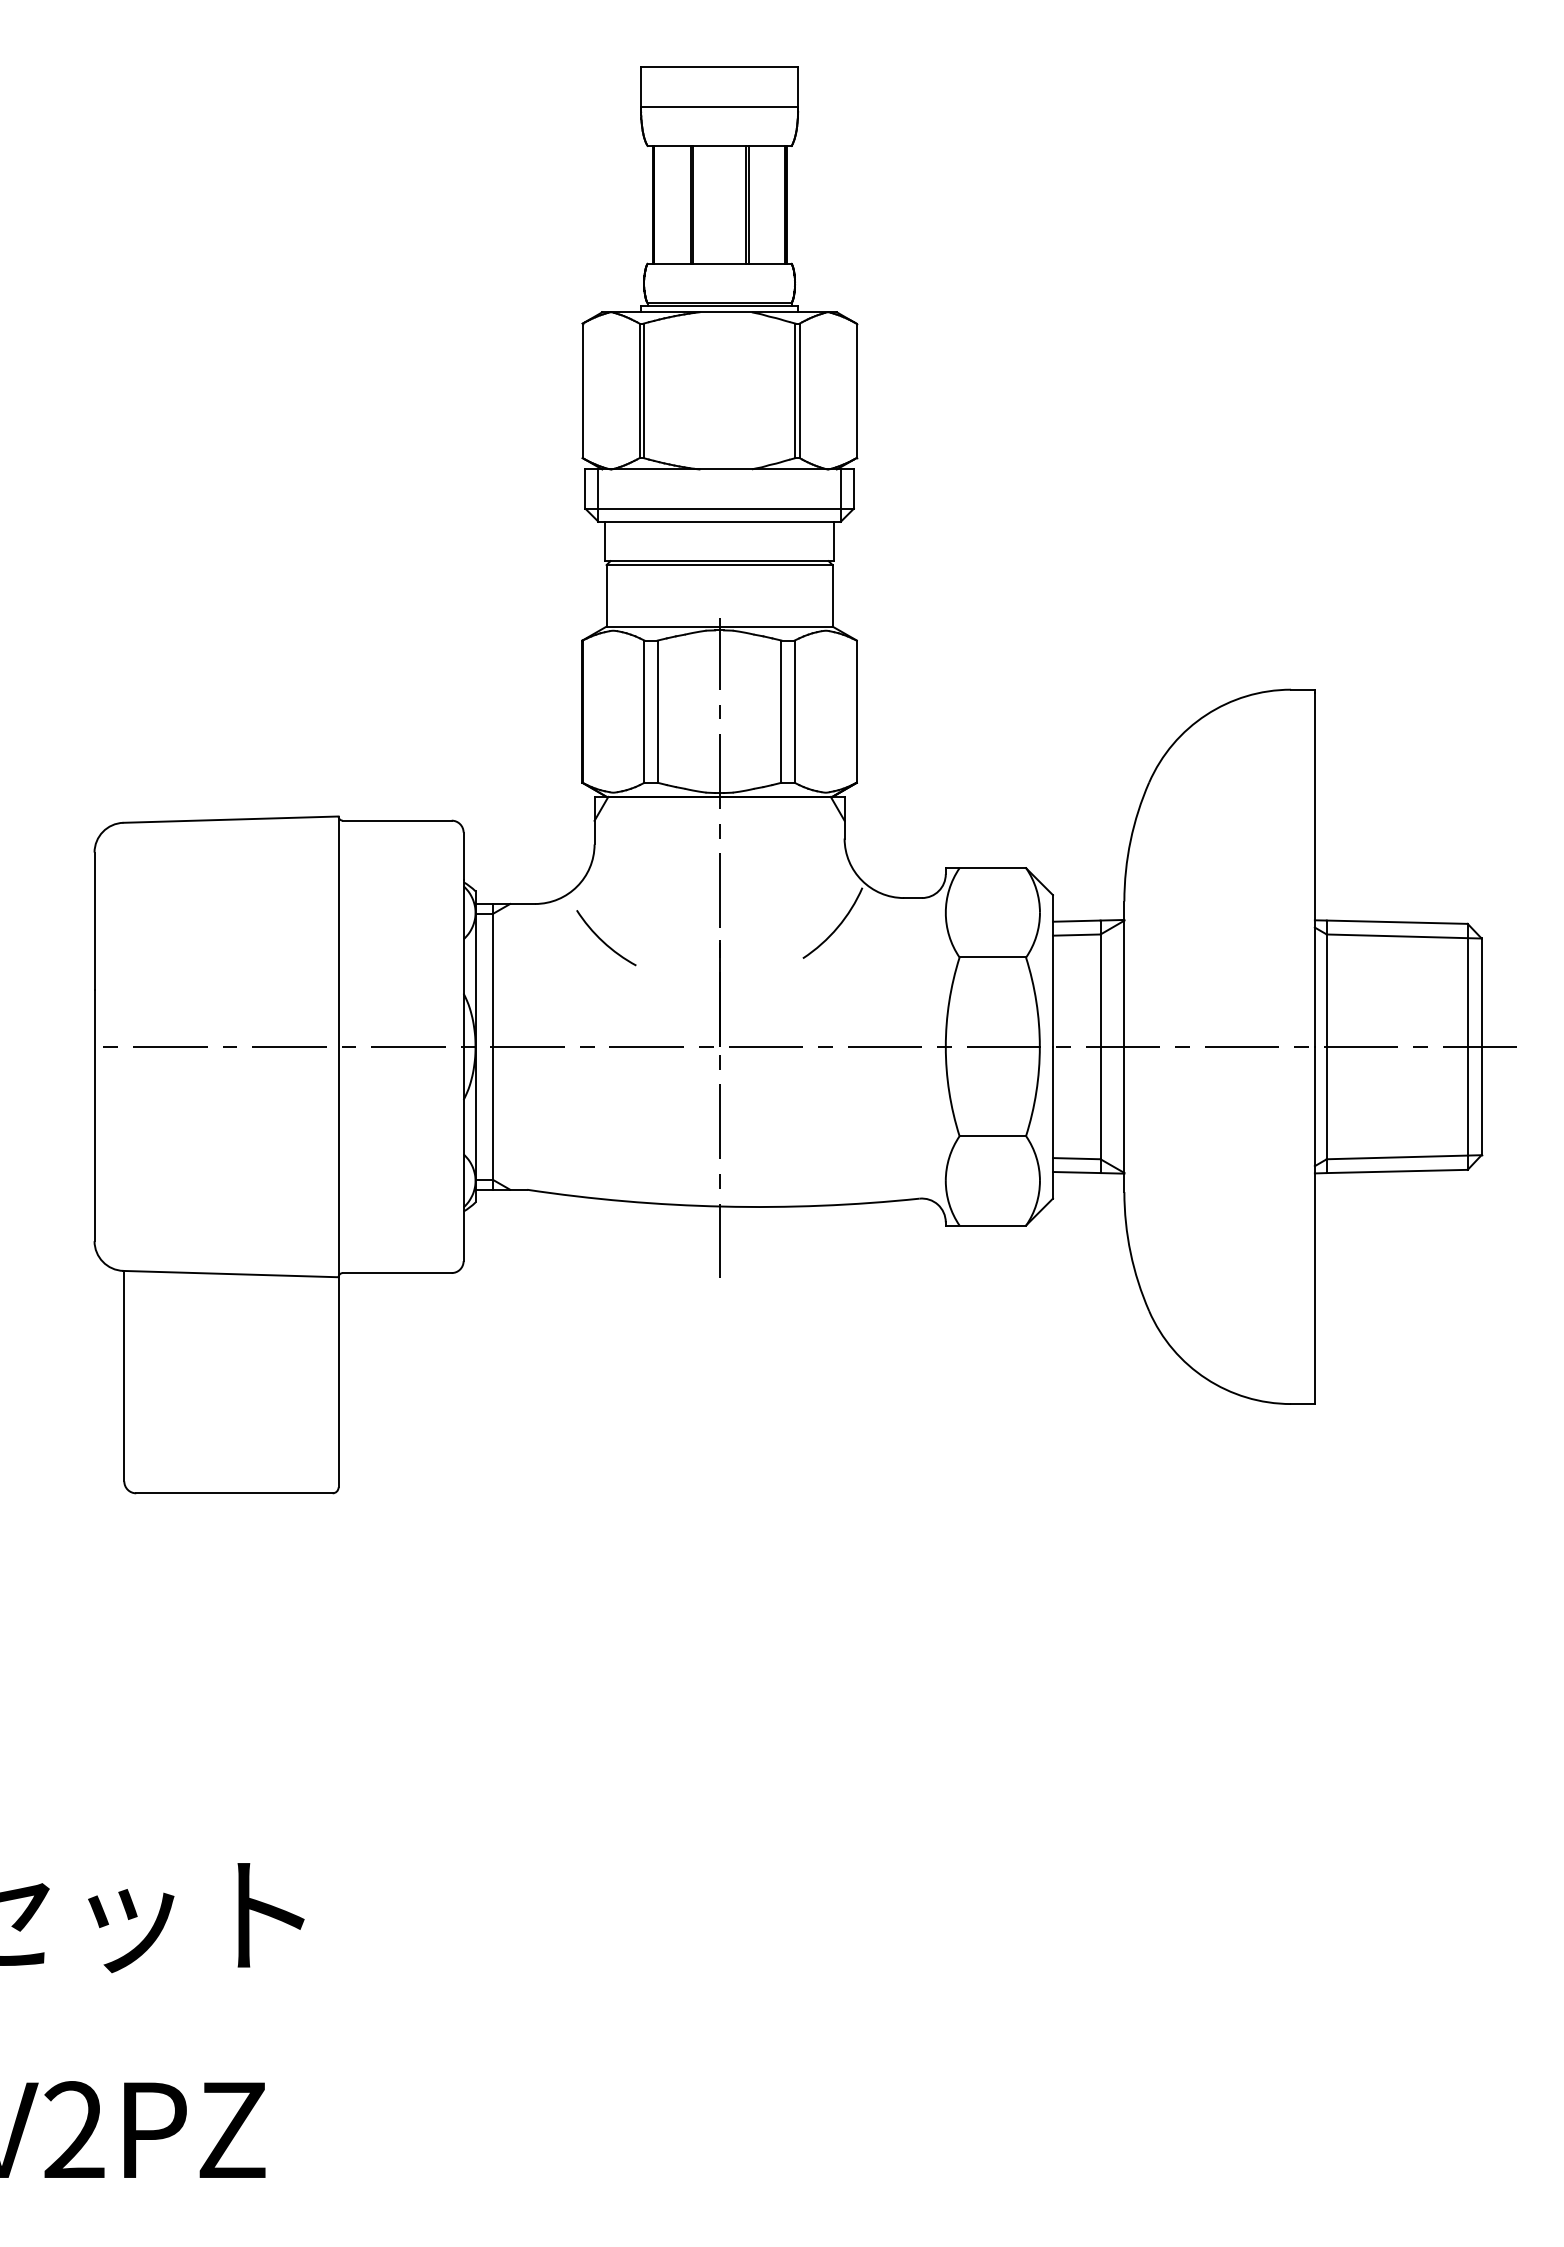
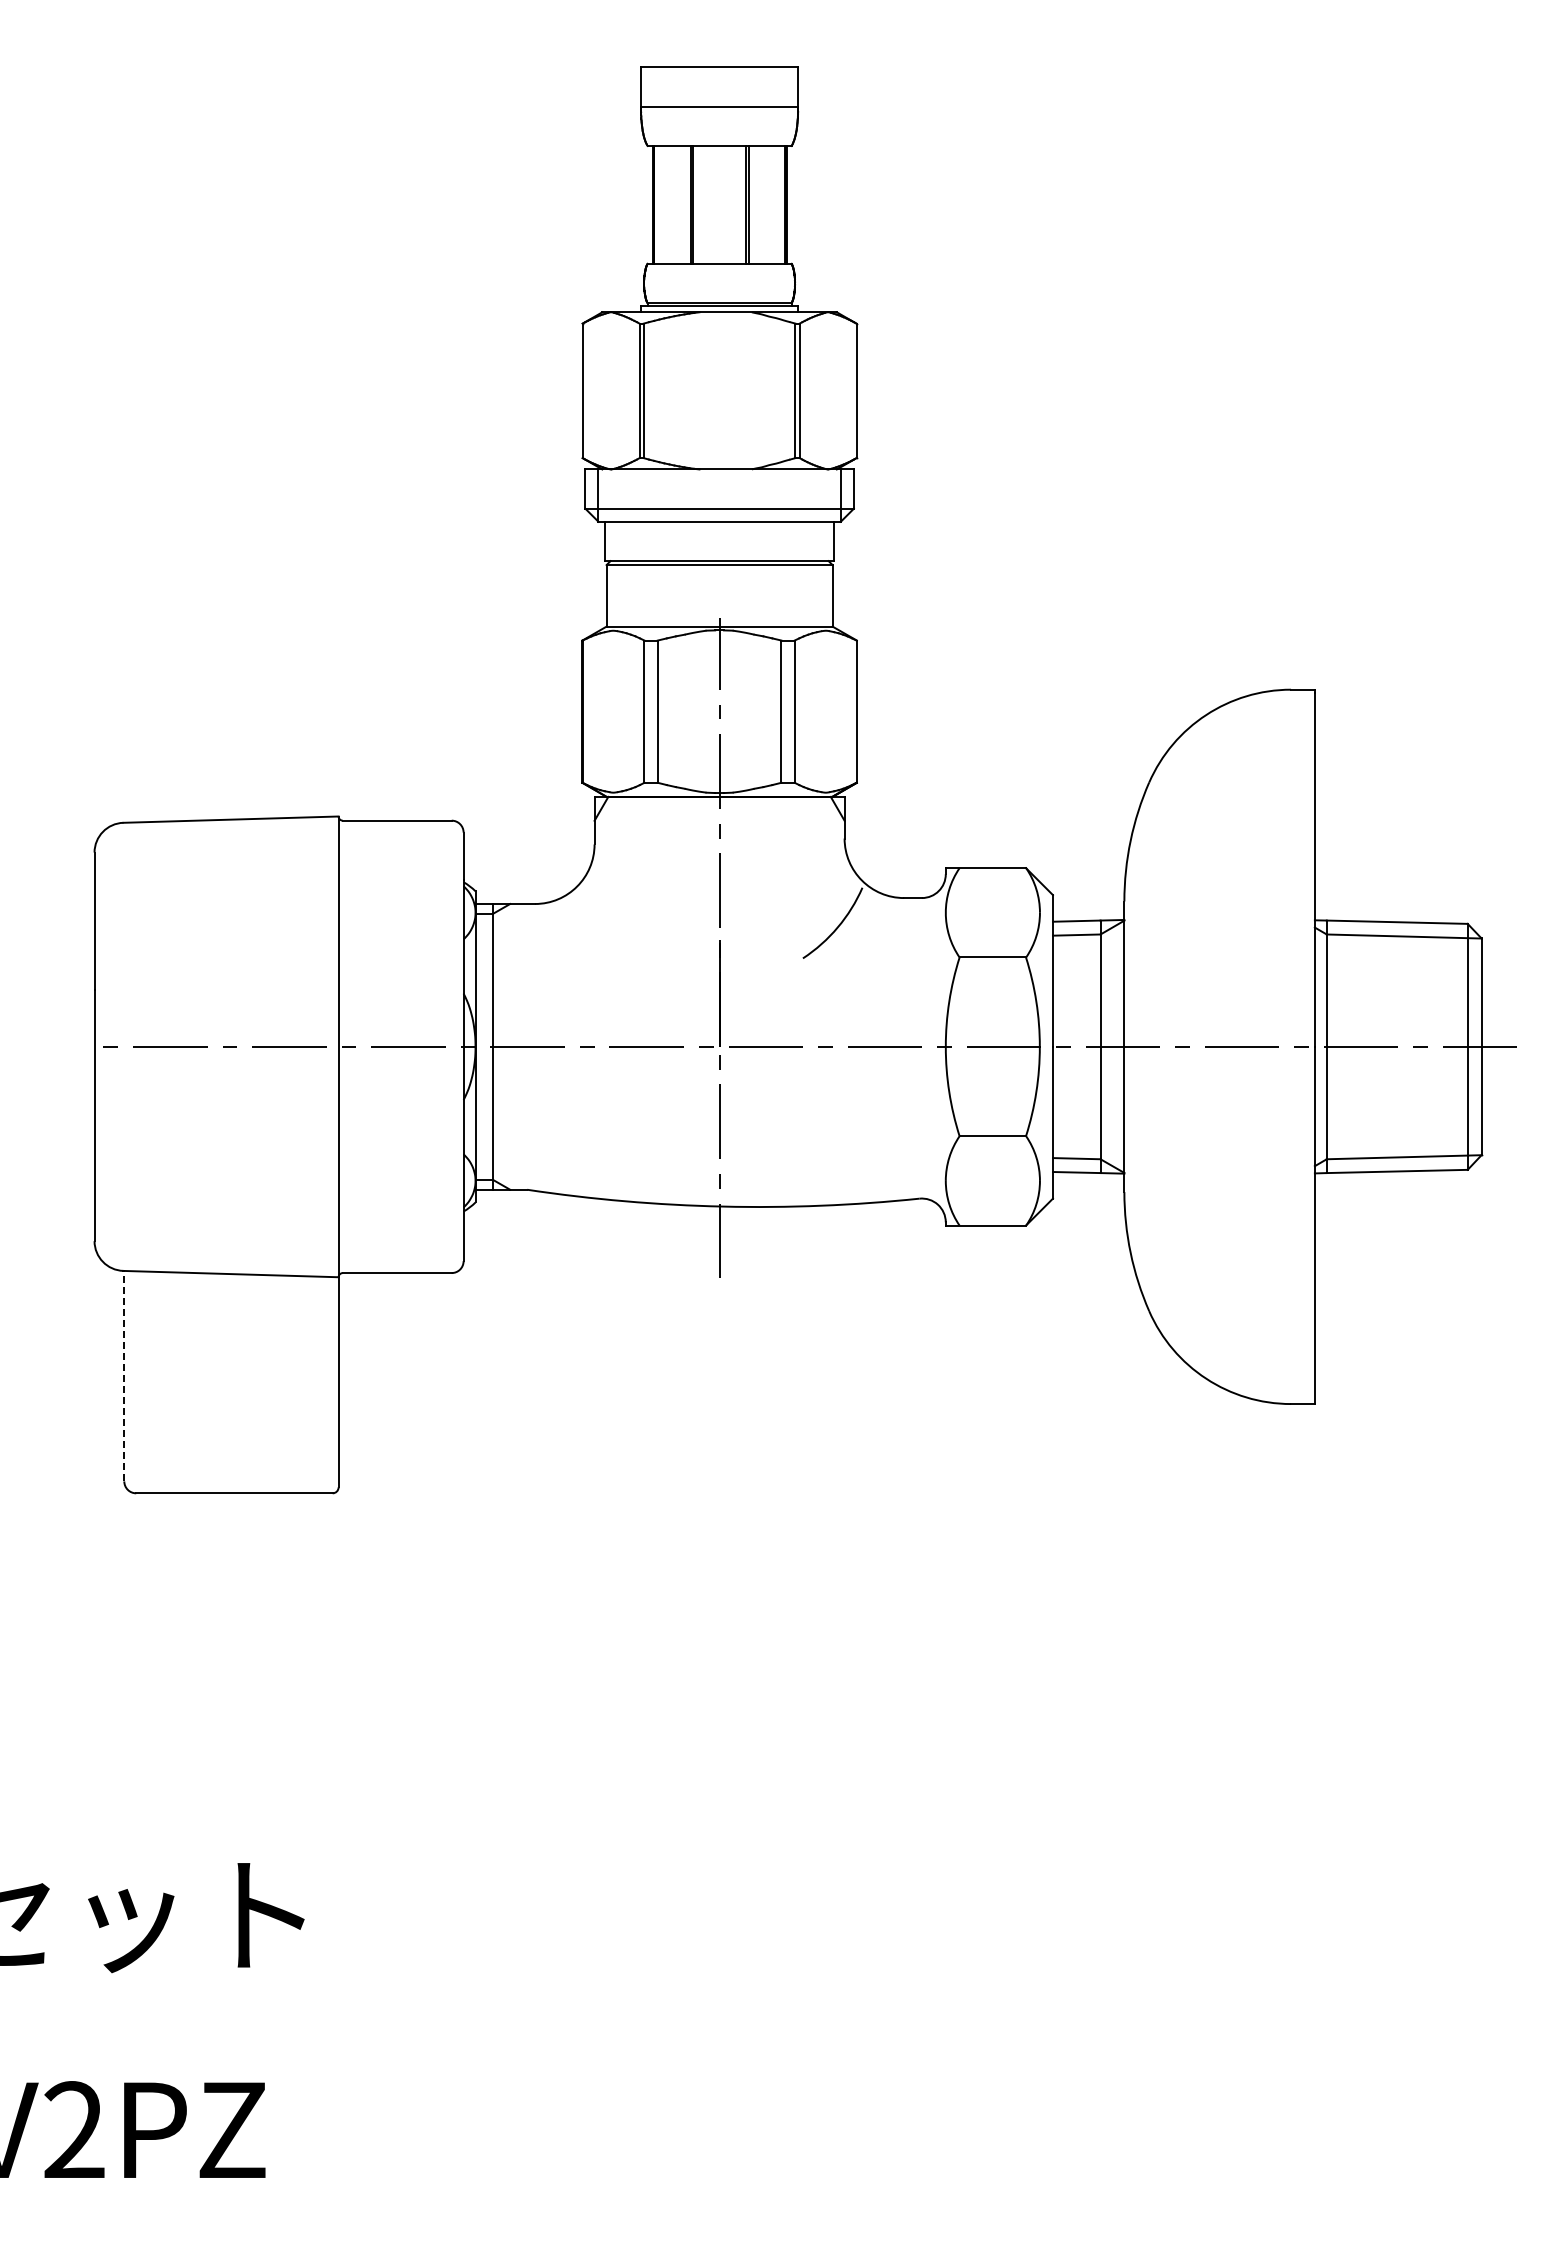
arc at (603, 940): present -> none
line at (124, 1375): solid -> dashed
